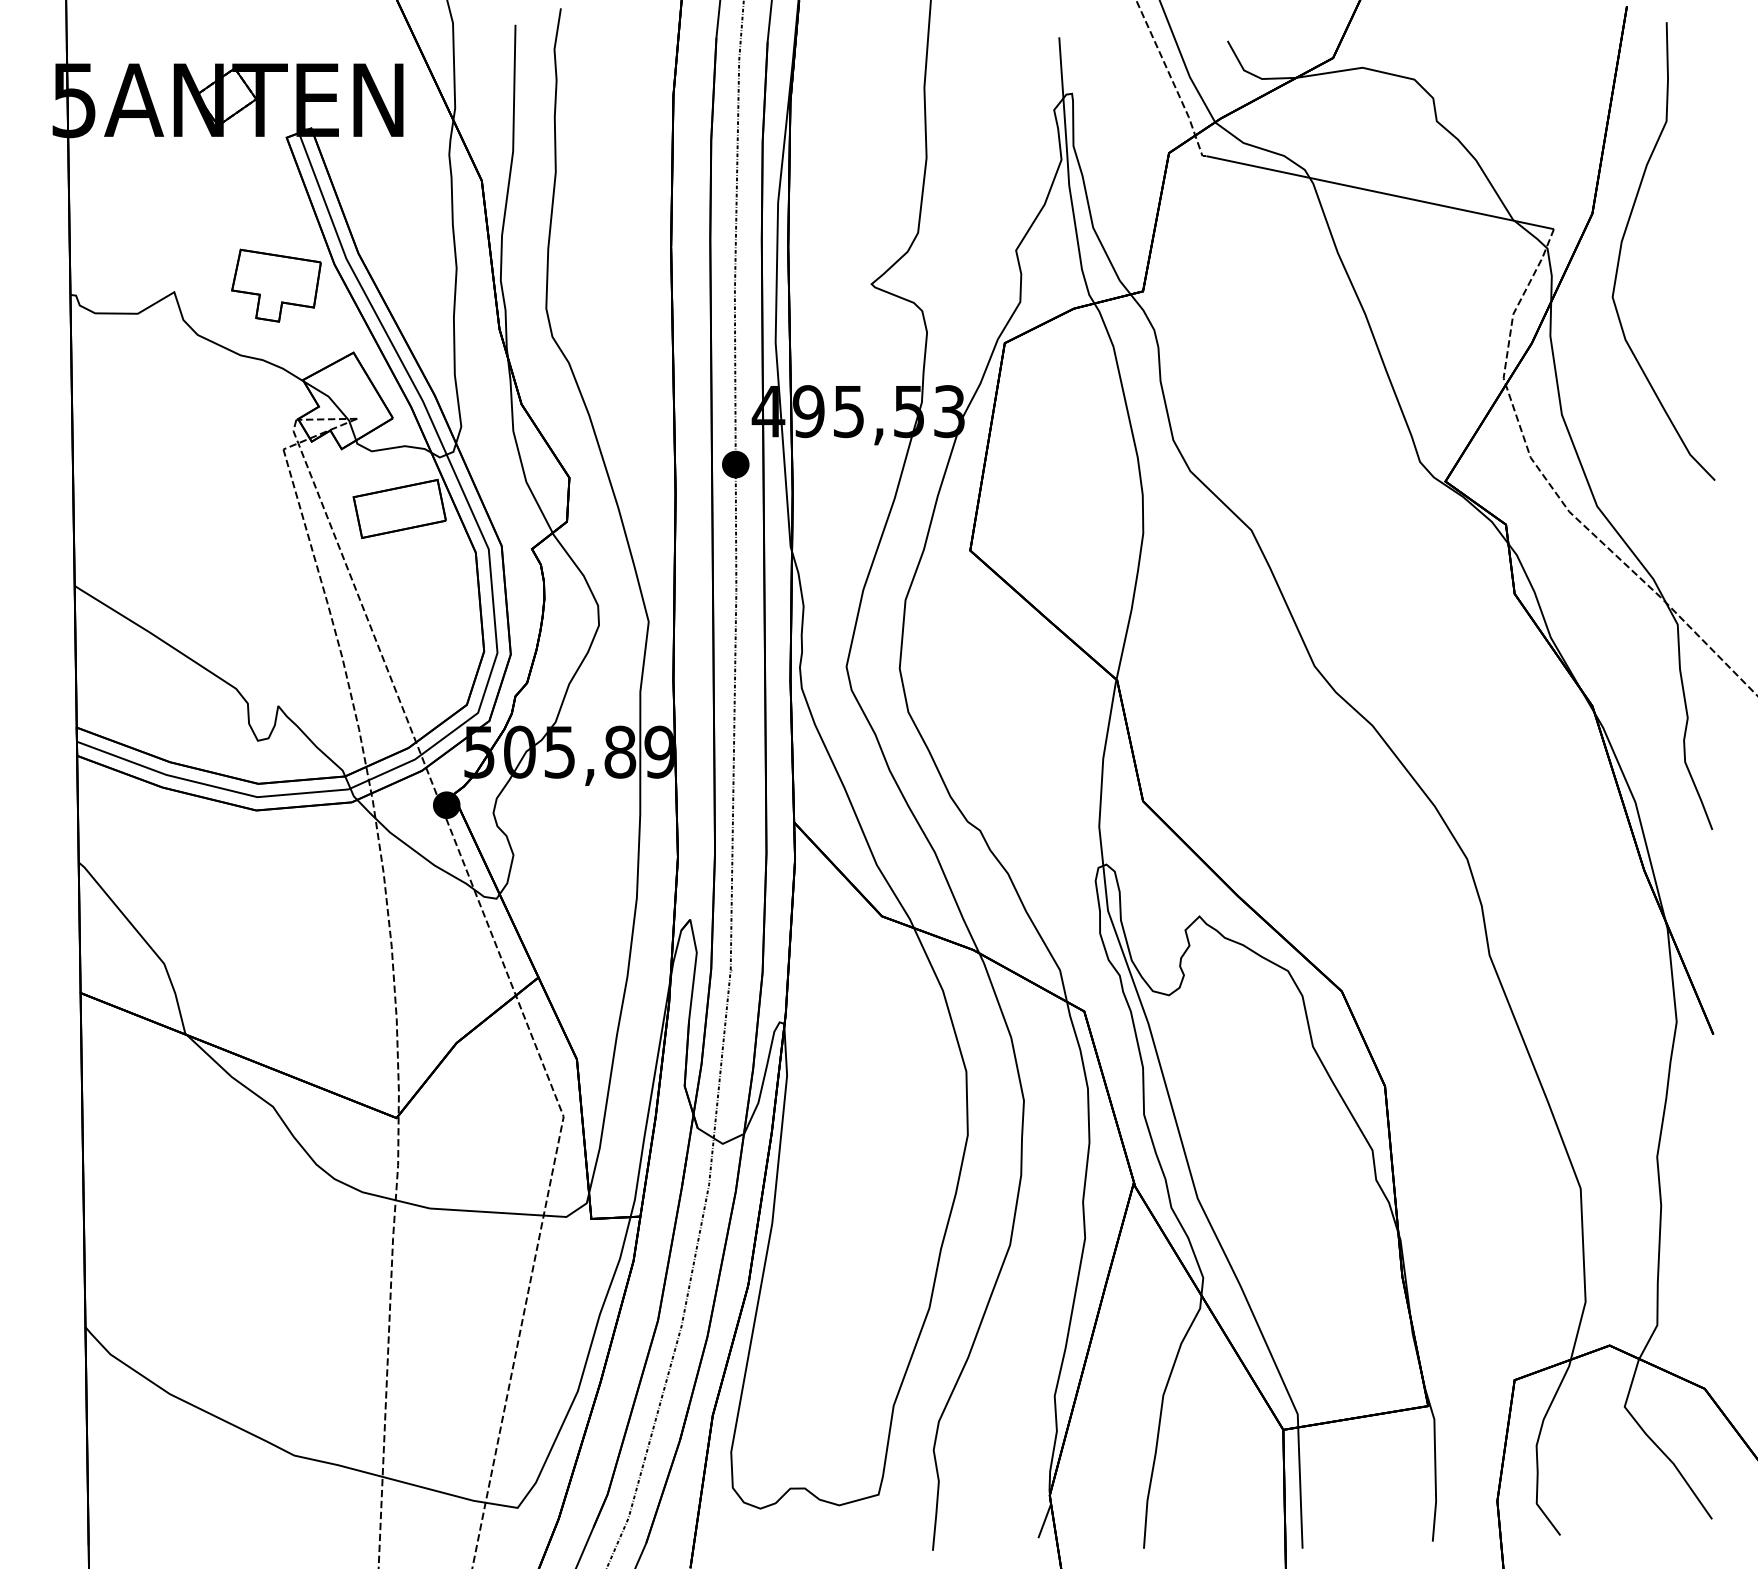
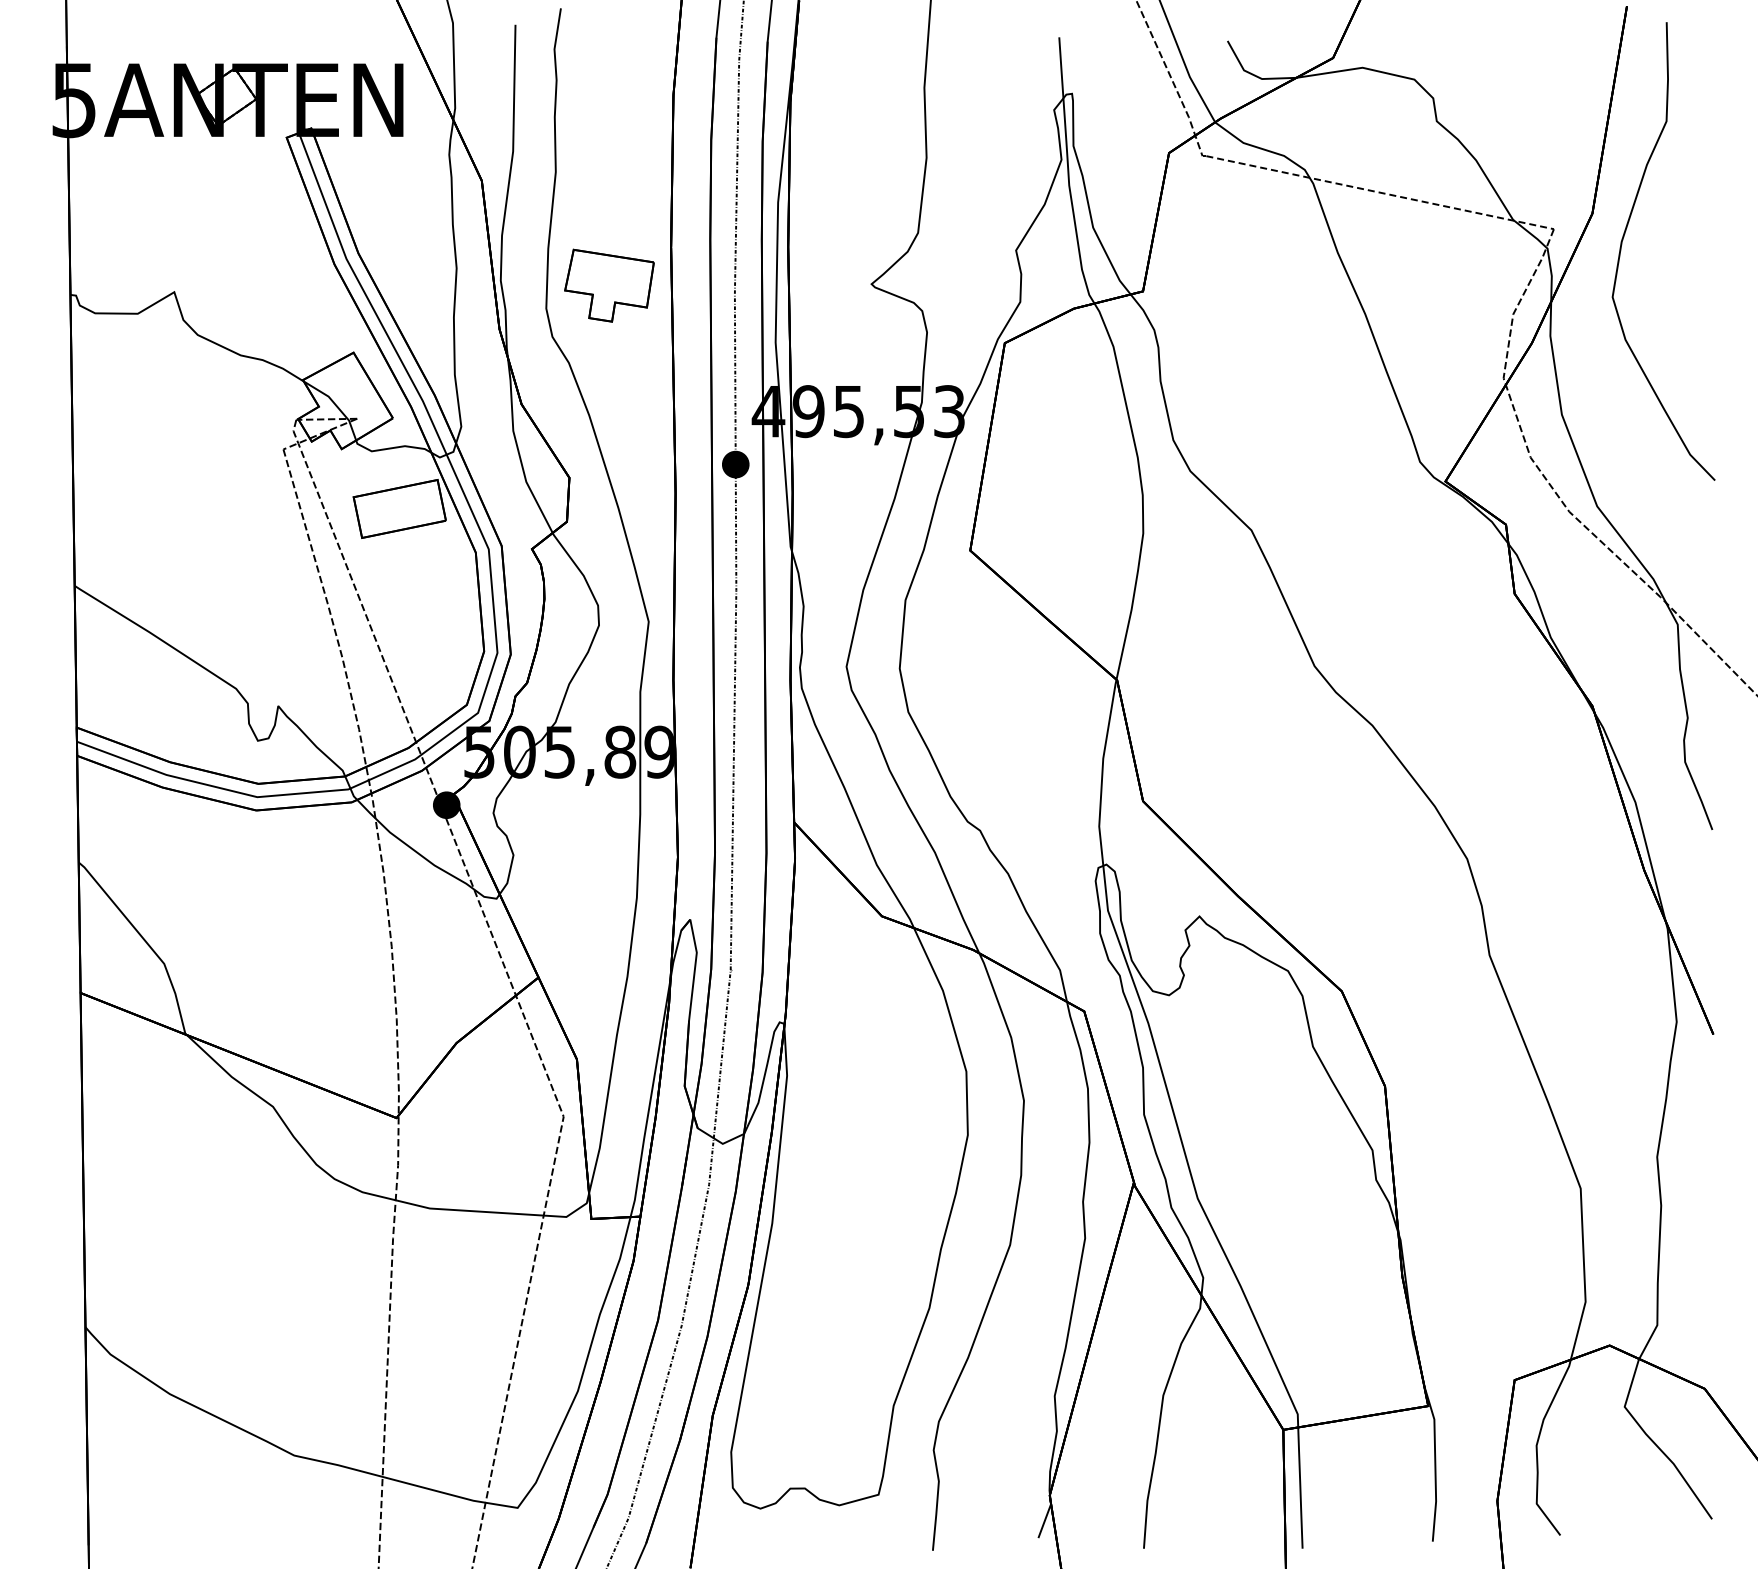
line at (1380, 192): solid -> dashed
part at (276, 285) position: (276, 285) -> (609, 285)
